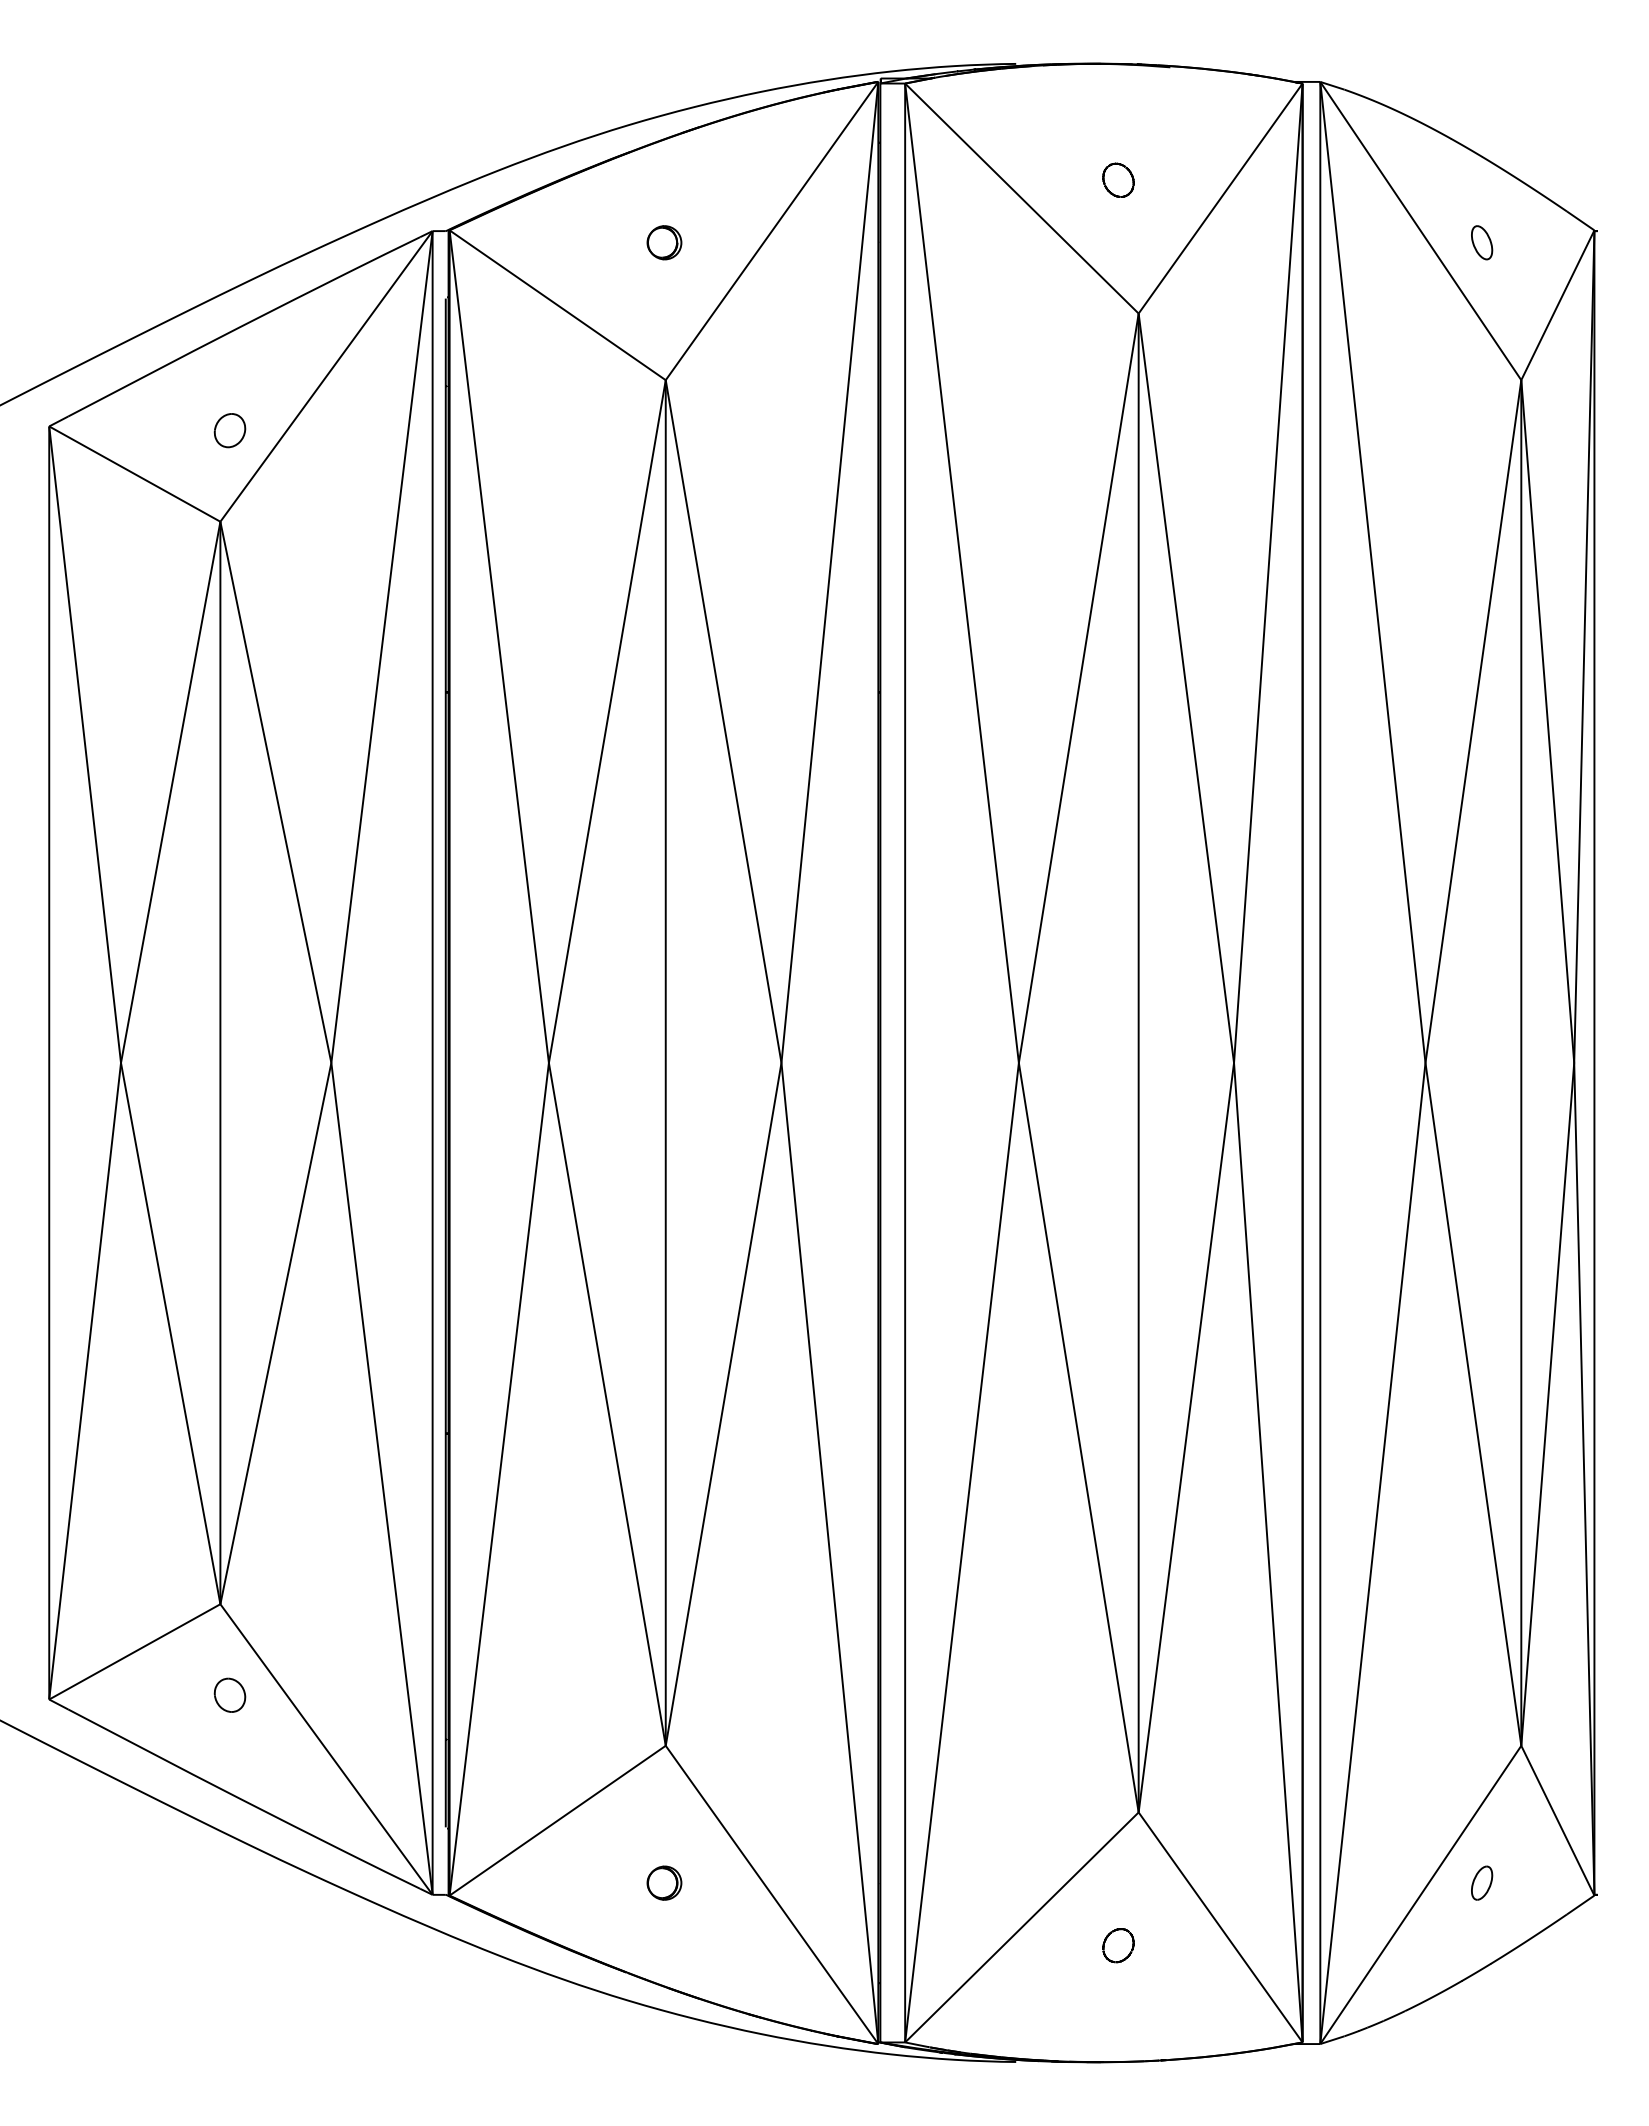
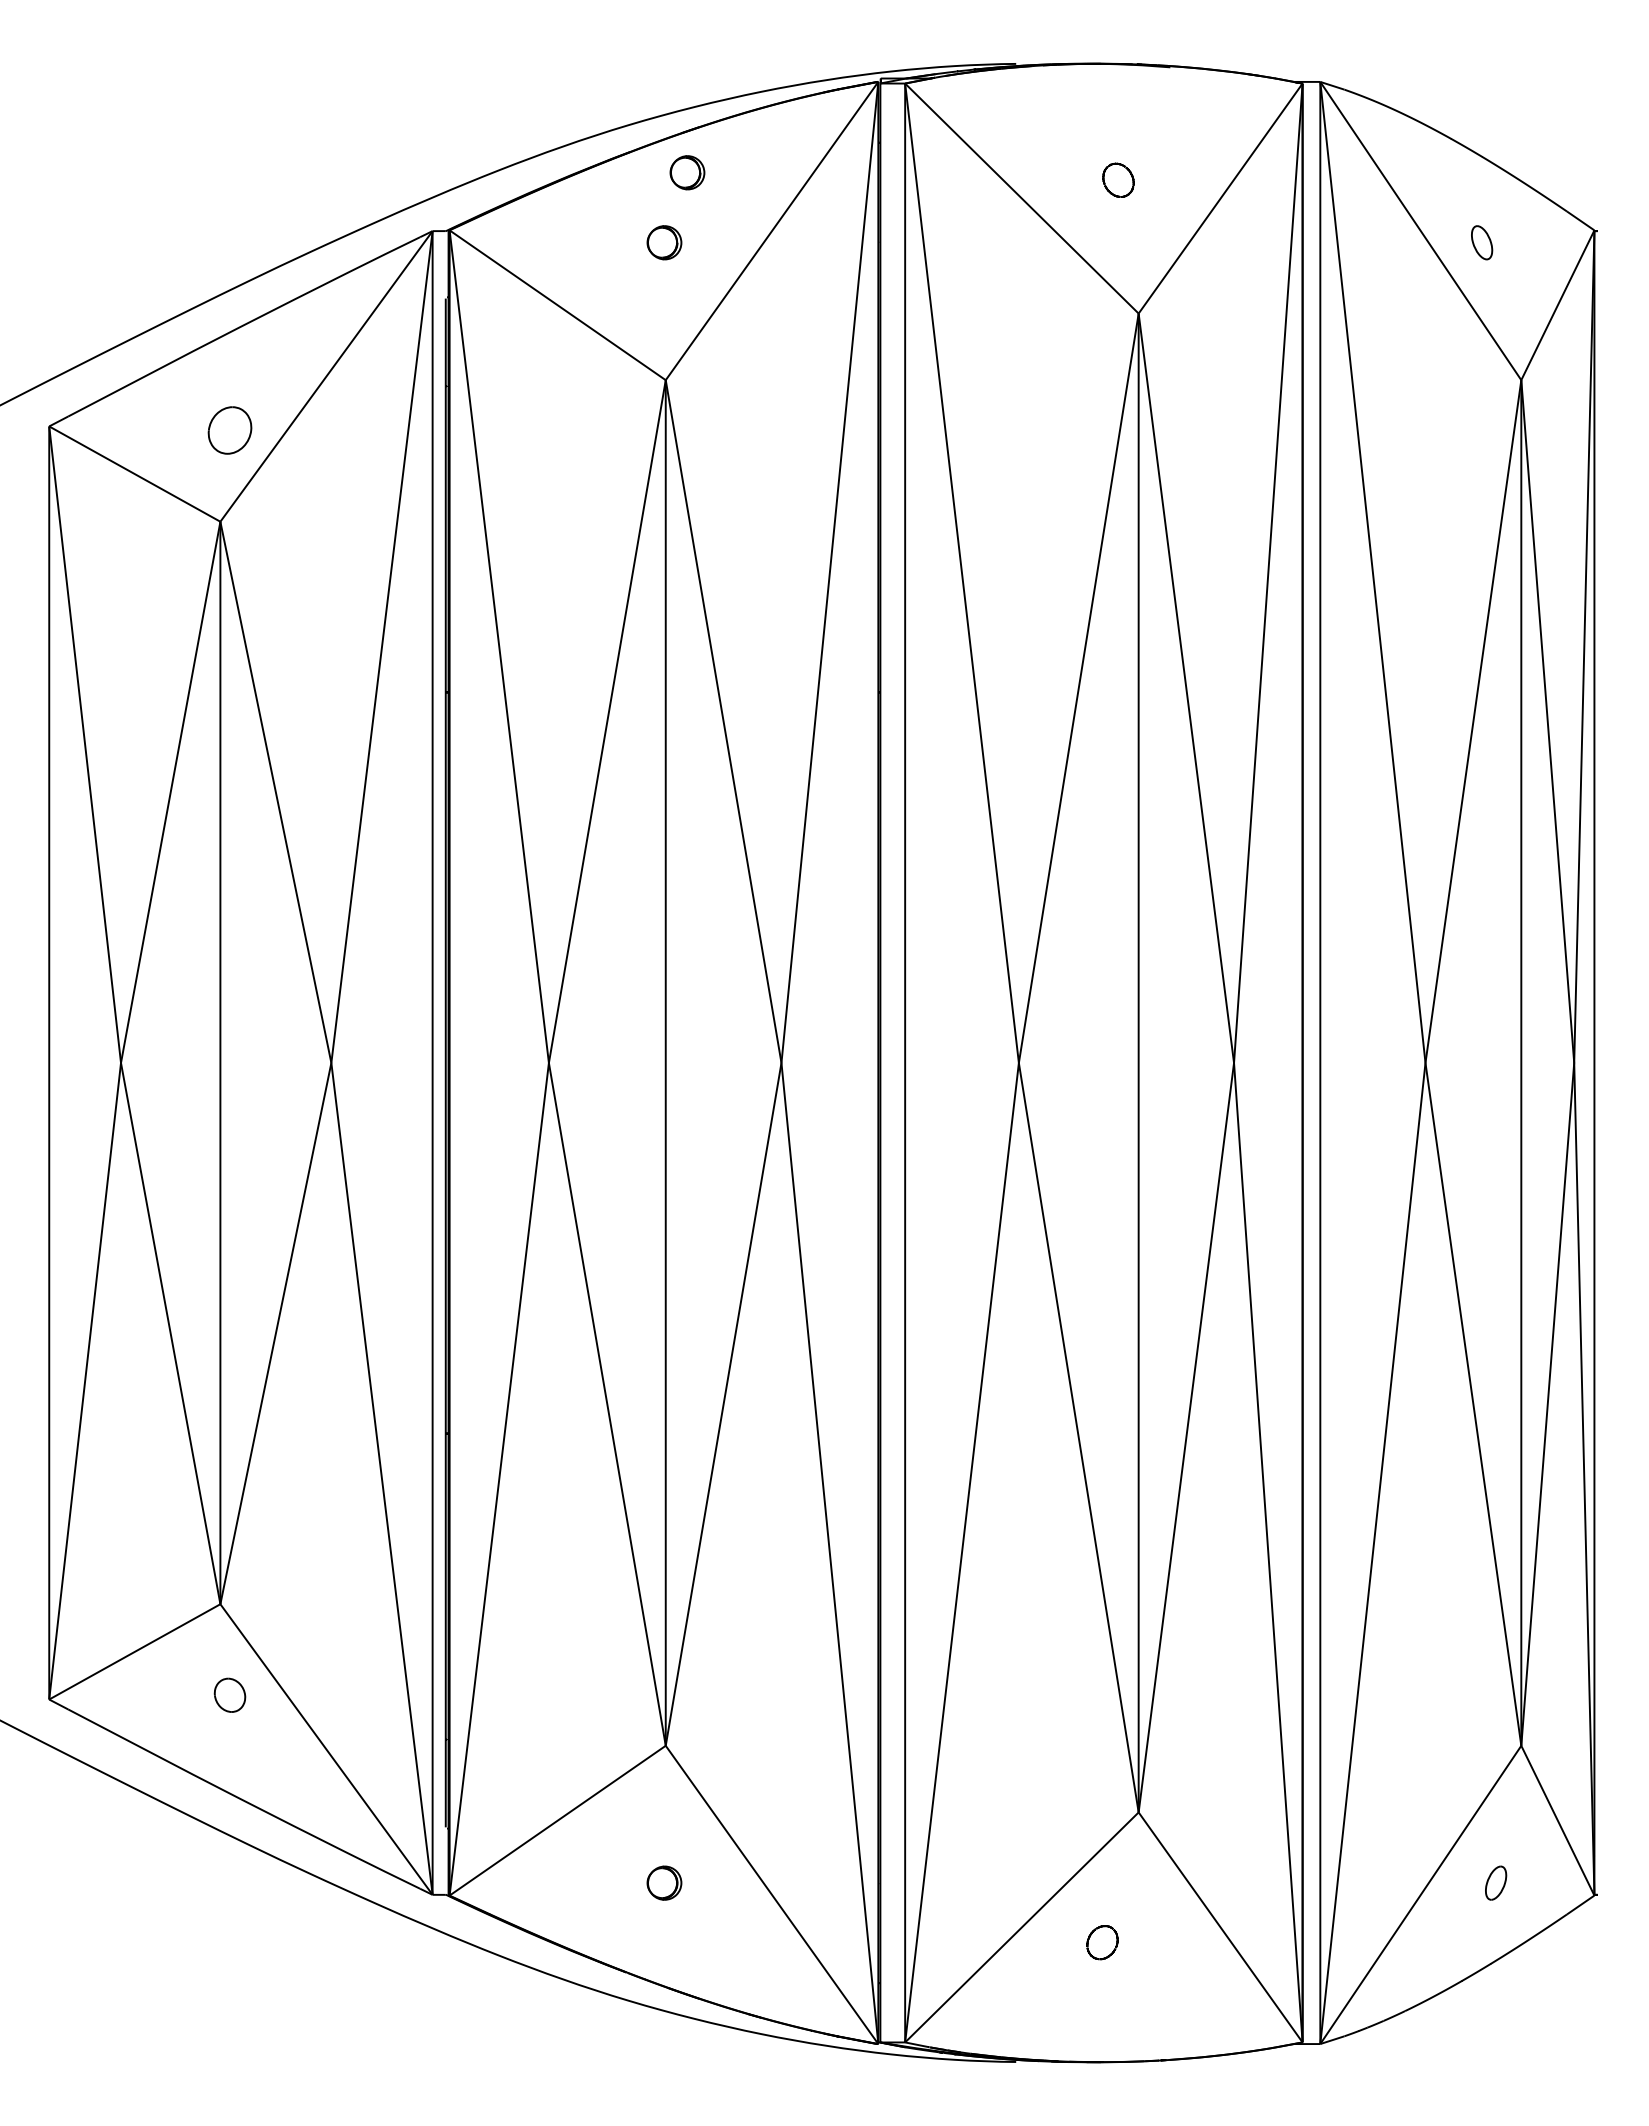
part at (687, 172): none -> present
part at (229, 430) size: 34x36 px -> 46x49 px
part at (1482, 1882) position: (1482, 1882) -> (1496, 1882)
part at (1118, 1945) position: (1118, 1945) -> (1102, 1942)
